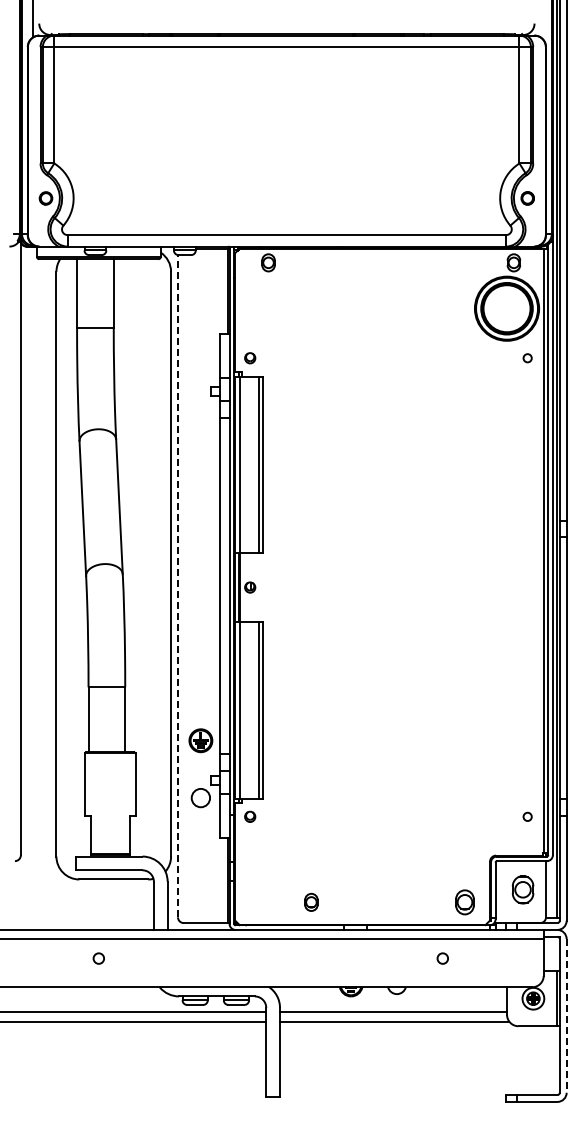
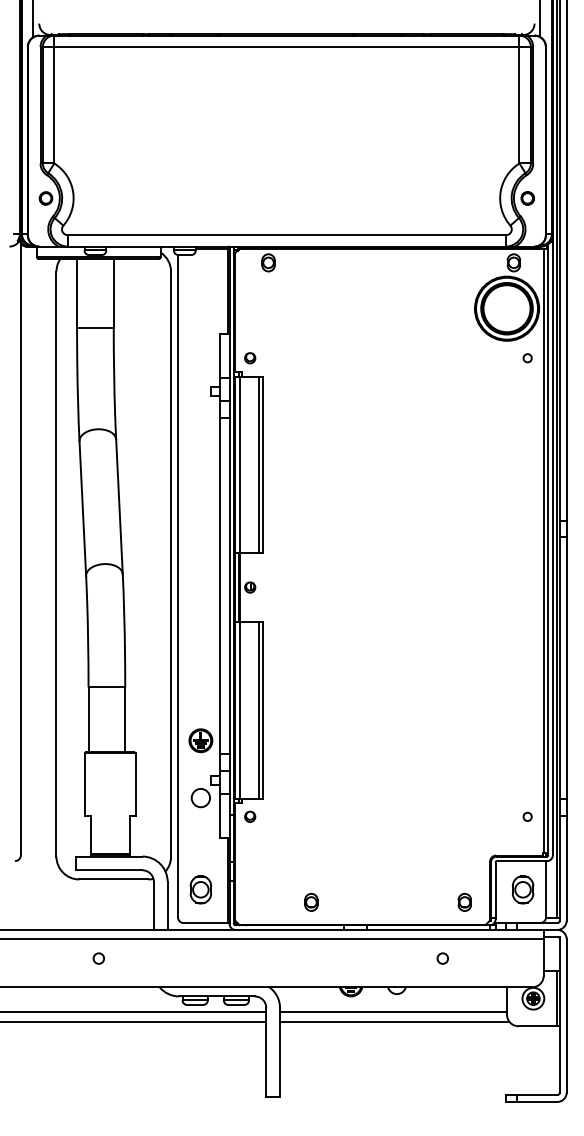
line at (540, 19): none -> present
line at (177, 585): dashed -> solid
part at (200, 889): none -> present
part at (464, 902) size: 20x27 px -> 15x19 px
line at (566, 1015): dashed -> solid
